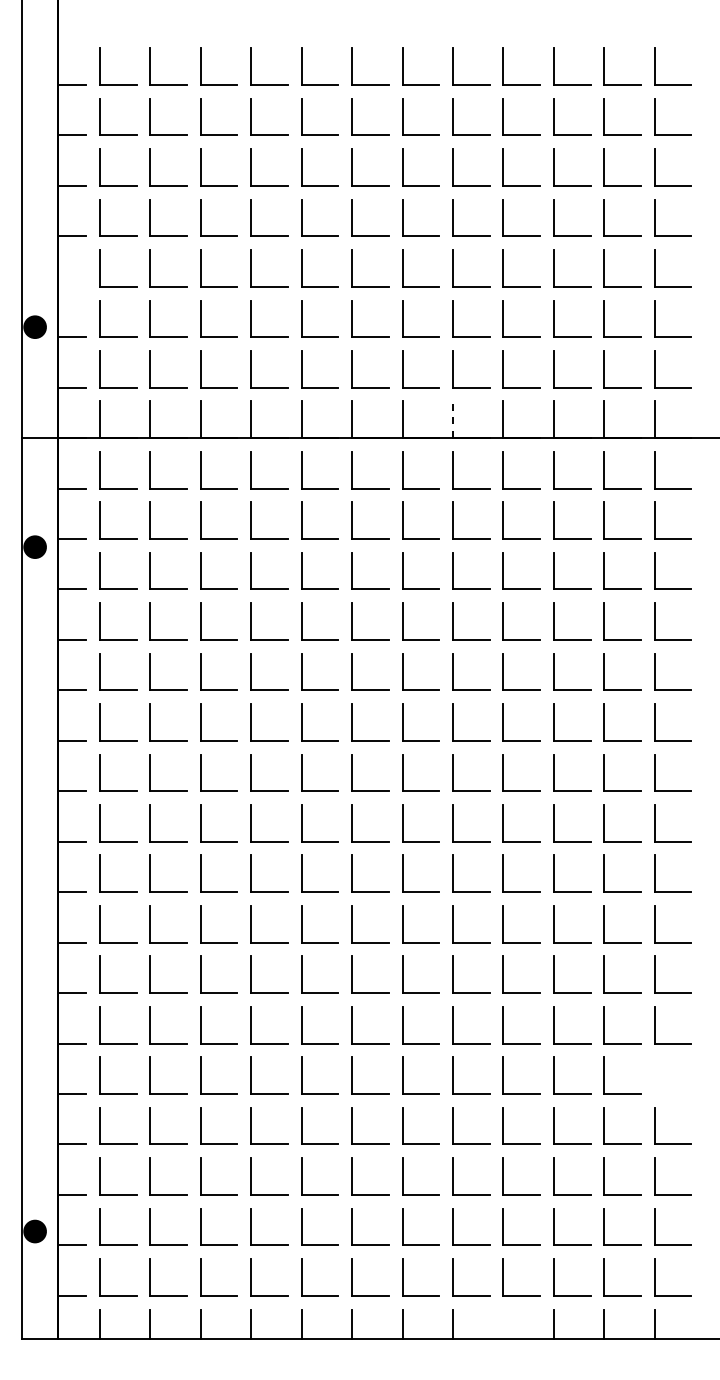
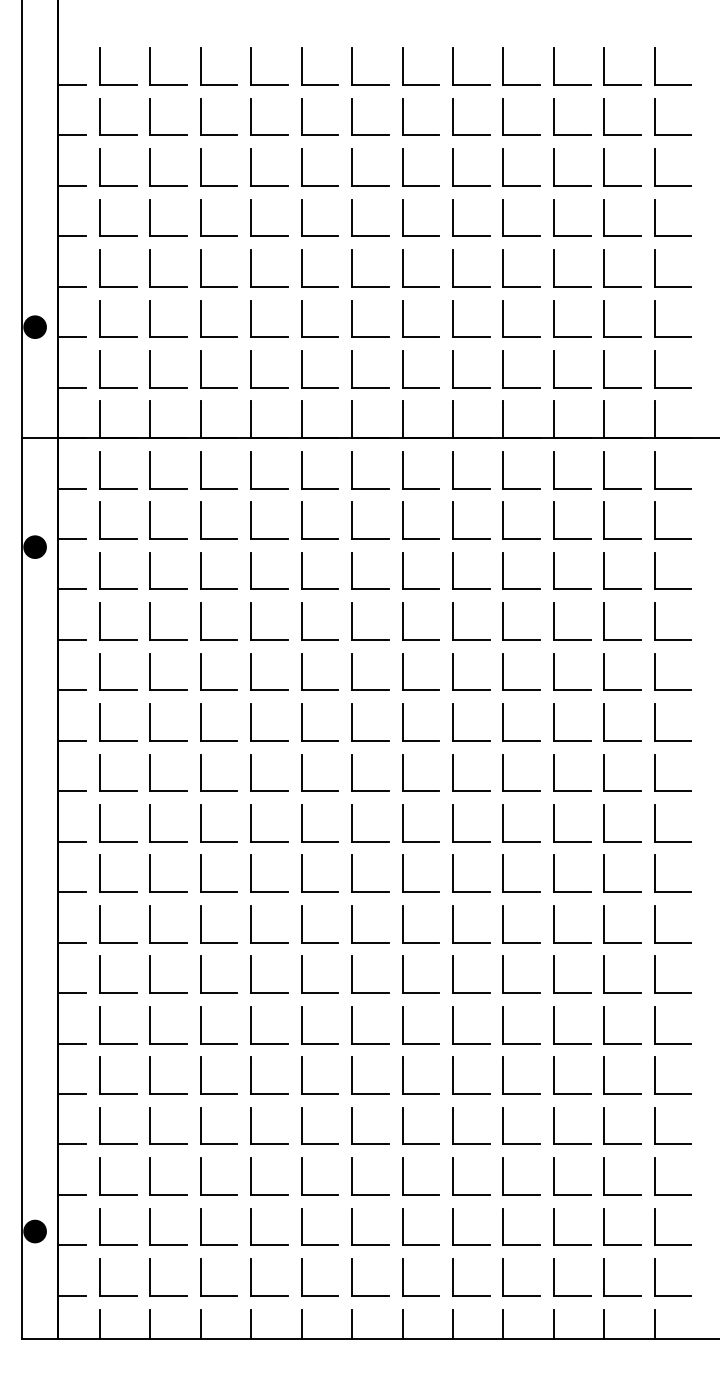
line at (71, 286): none -> present
line at (452, 419): dashed -> solid
part at (655, 1075): none -> present
line at (503, 1323): none -> present
